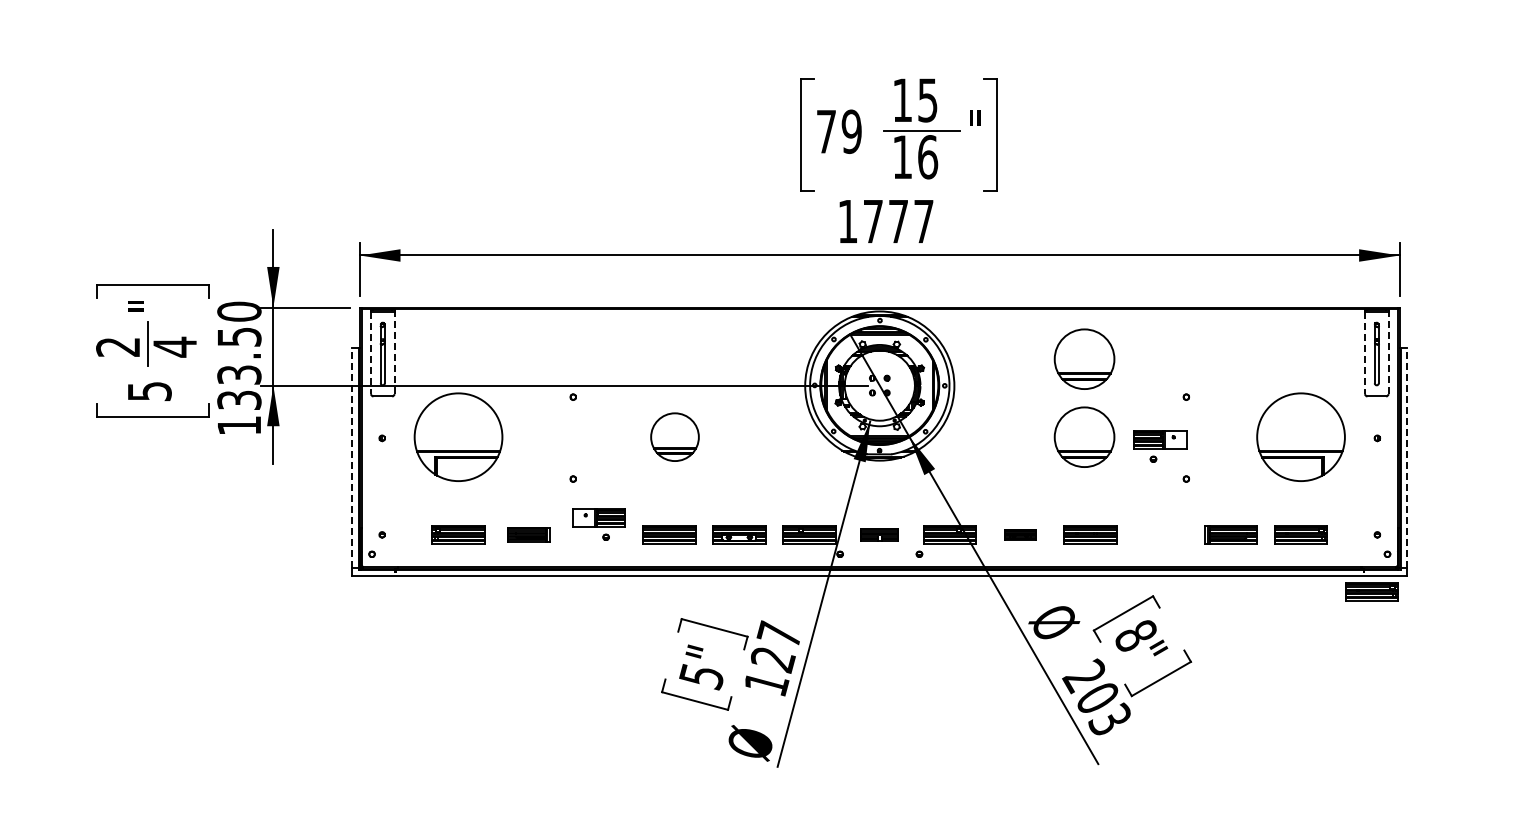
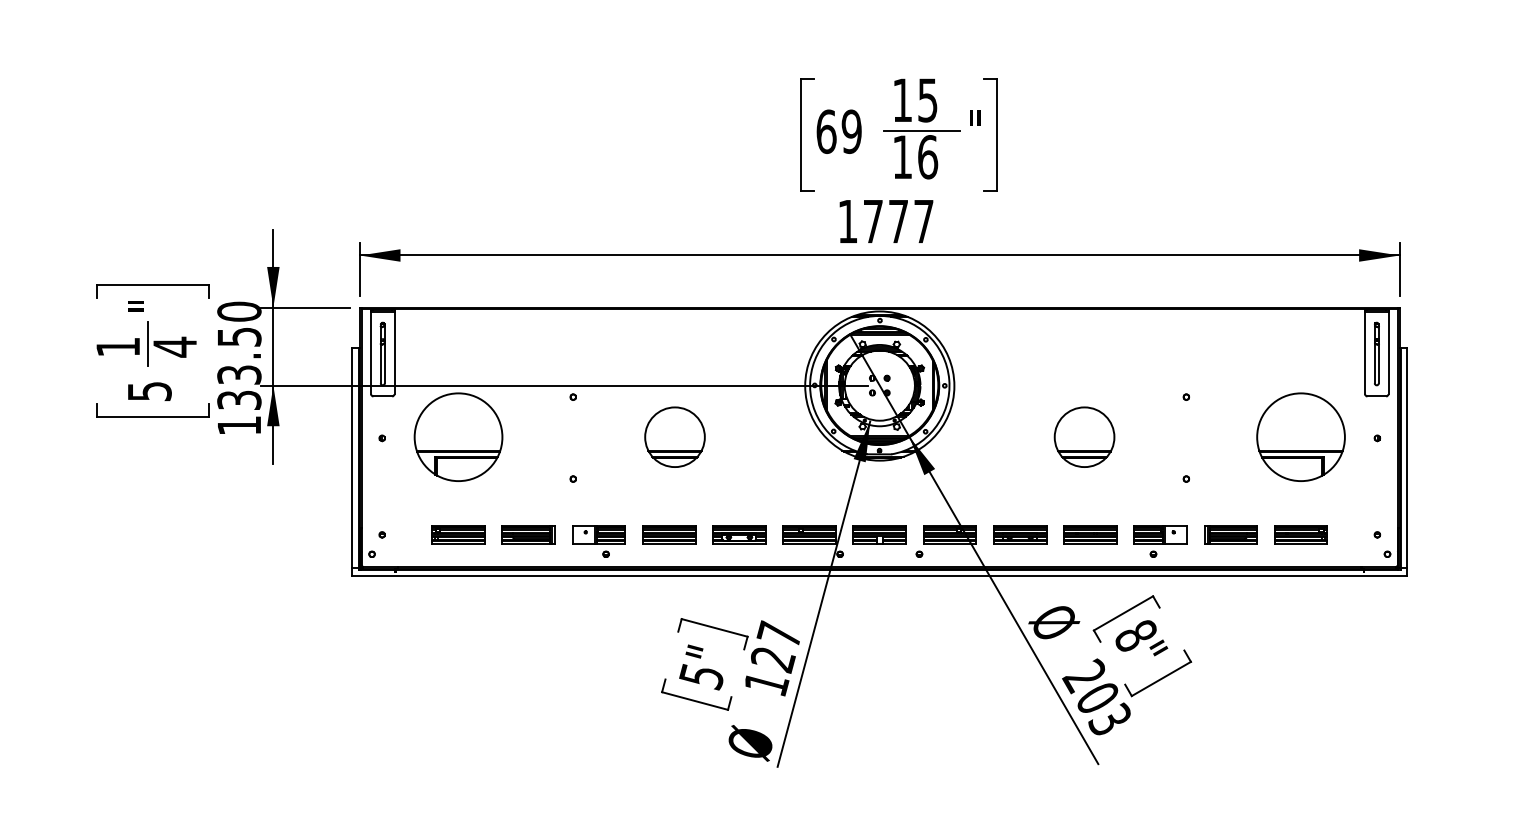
text at (826, 131): 79 -> 69
text at (117, 347): 2 -> 1
line at (394, 352): dashed -> solid
line at (1388, 352): dashed -> solid
line at (371, 353): dashed -> solid
line at (1365, 353): dashed -> solid
part at (1084, 358): present -> none
part at (674, 436) size: 50x50 px -> 62x62 px
part at (1160, 446) position: (1160, 446) -> (1160, 541)
line at (352, 457): dashed -> solid
line at (1407, 457): dashed -> solid
part at (598, 524) position: (598, 524) -> (598, 541)
part at (528, 534) size: 44x16 px -> 55x20 px
part at (879, 534) size: 39x14 px -> 55x20 px
part at (1020, 534) size: 33x12 px -> 55x20 px
part at (1371, 591): present -> none
